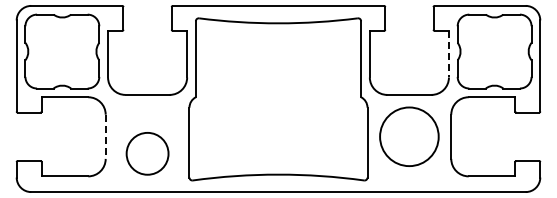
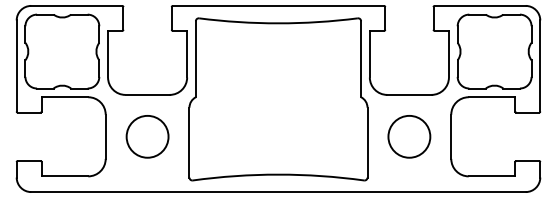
line at (448, 54): dashed -> solid
circle at (409, 136) diameter: 59 px -> 42 px
line at (105, 137): dashed -> solid
circle at (147, 153) position: (147, 153) -> (147, 136)
